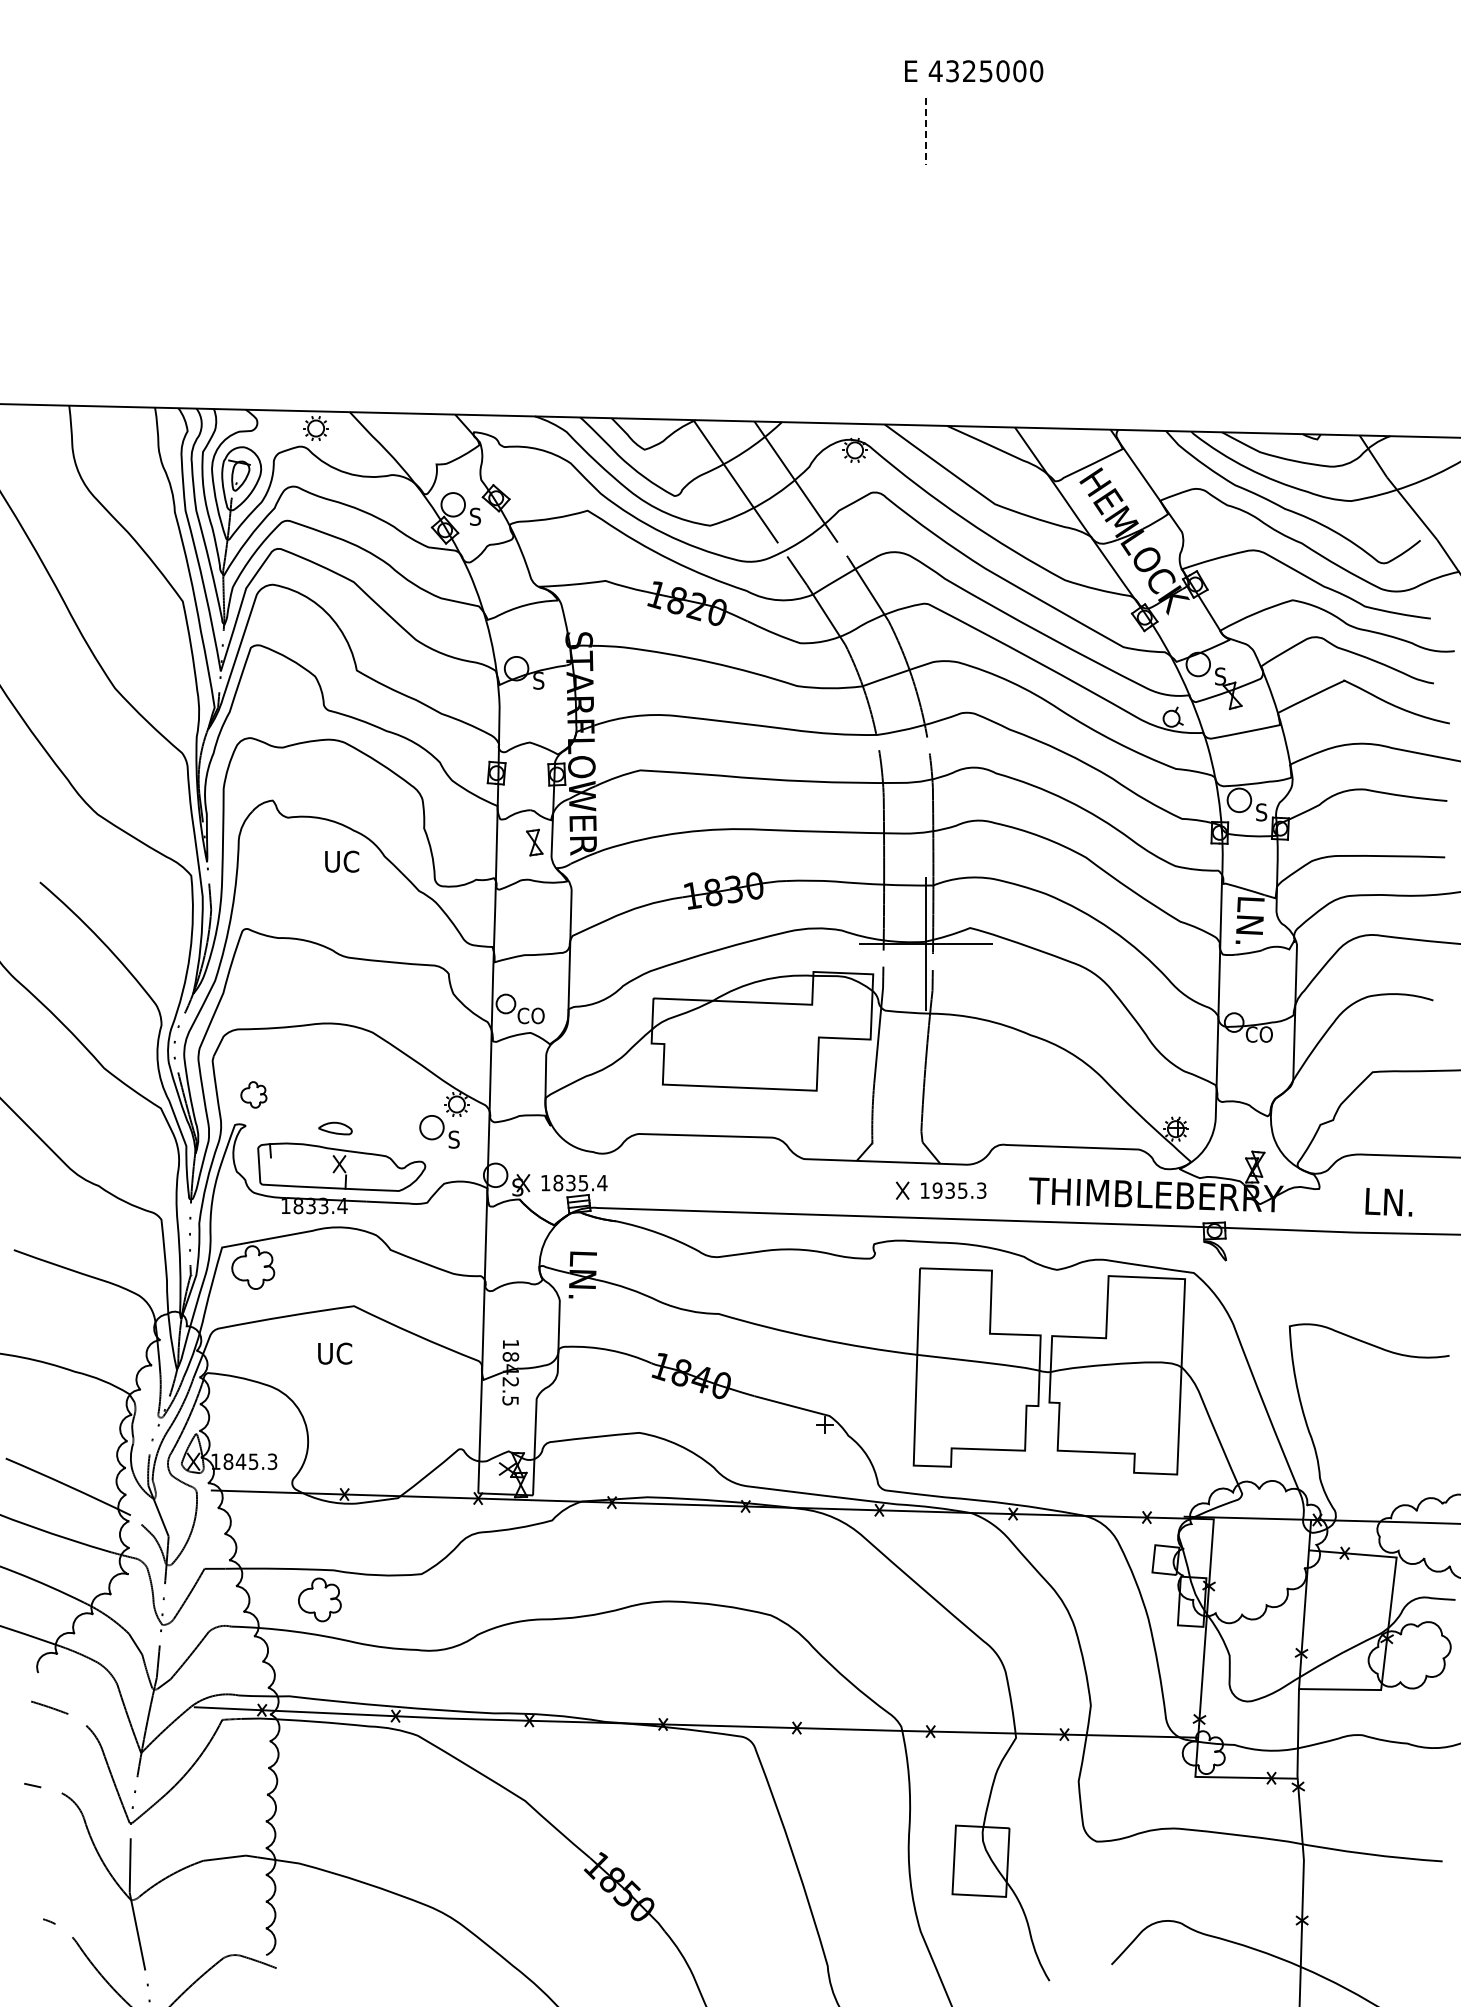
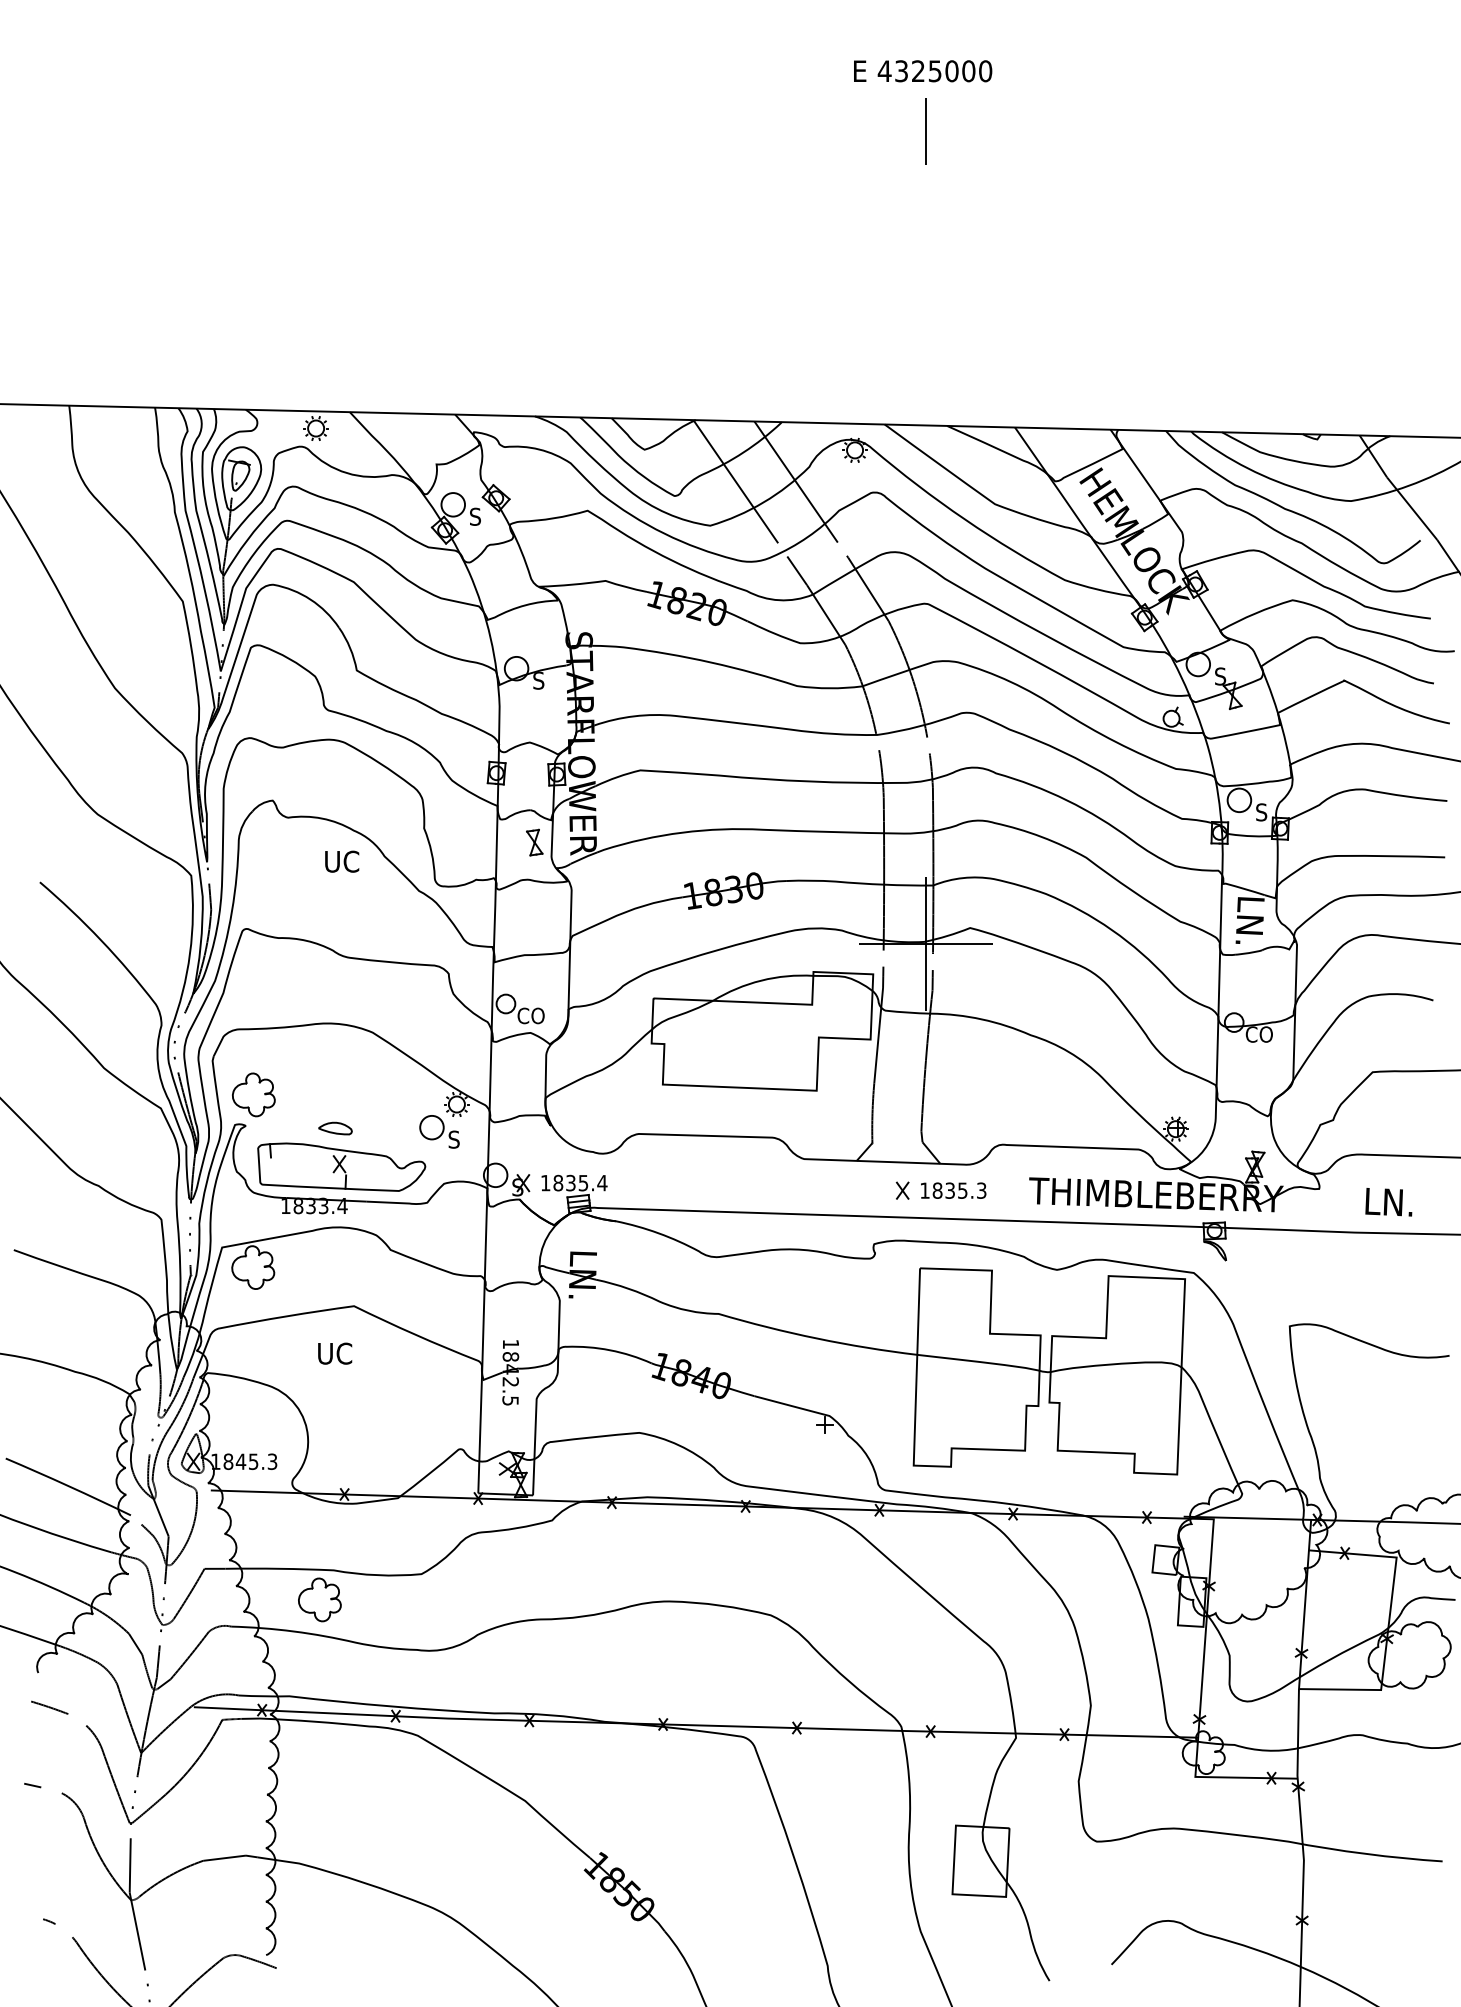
text at (974, 71) position: (974, 71) -> (923, 71)
line at (926, 131): dashed -> solid
part at (253, 1094) size: 28x28 px -> 44x46 px
text at (937, 1190): 1935.3 -> 1835.3
